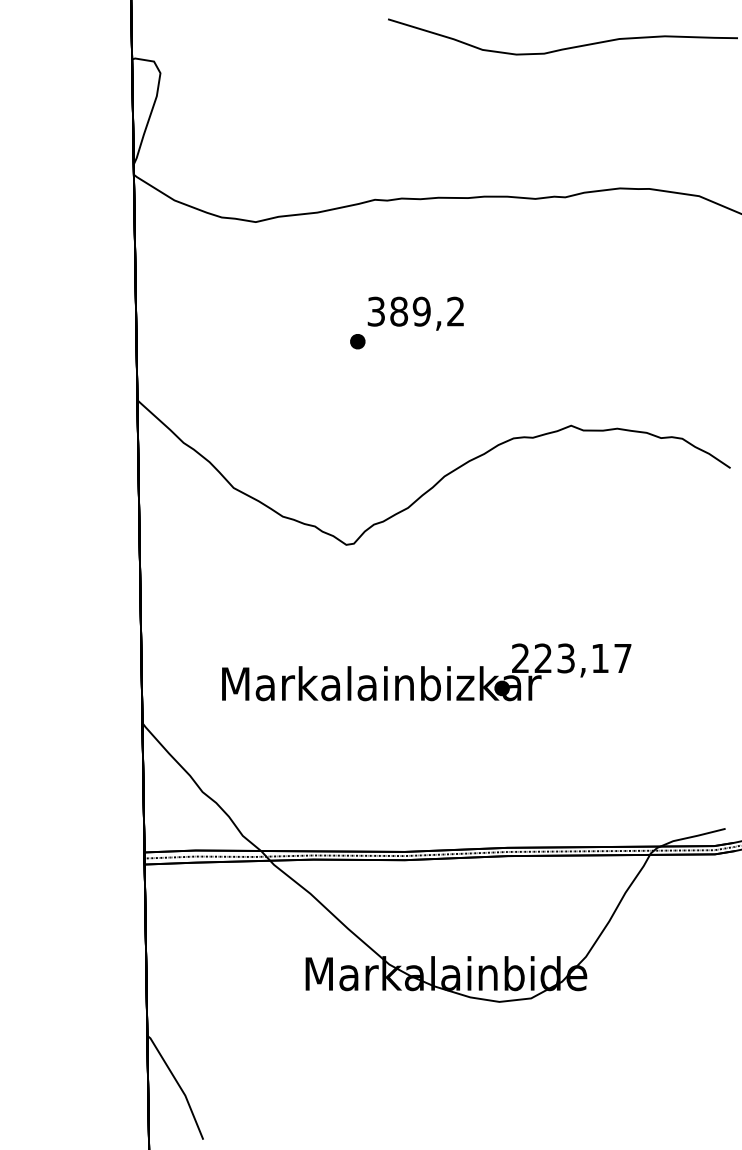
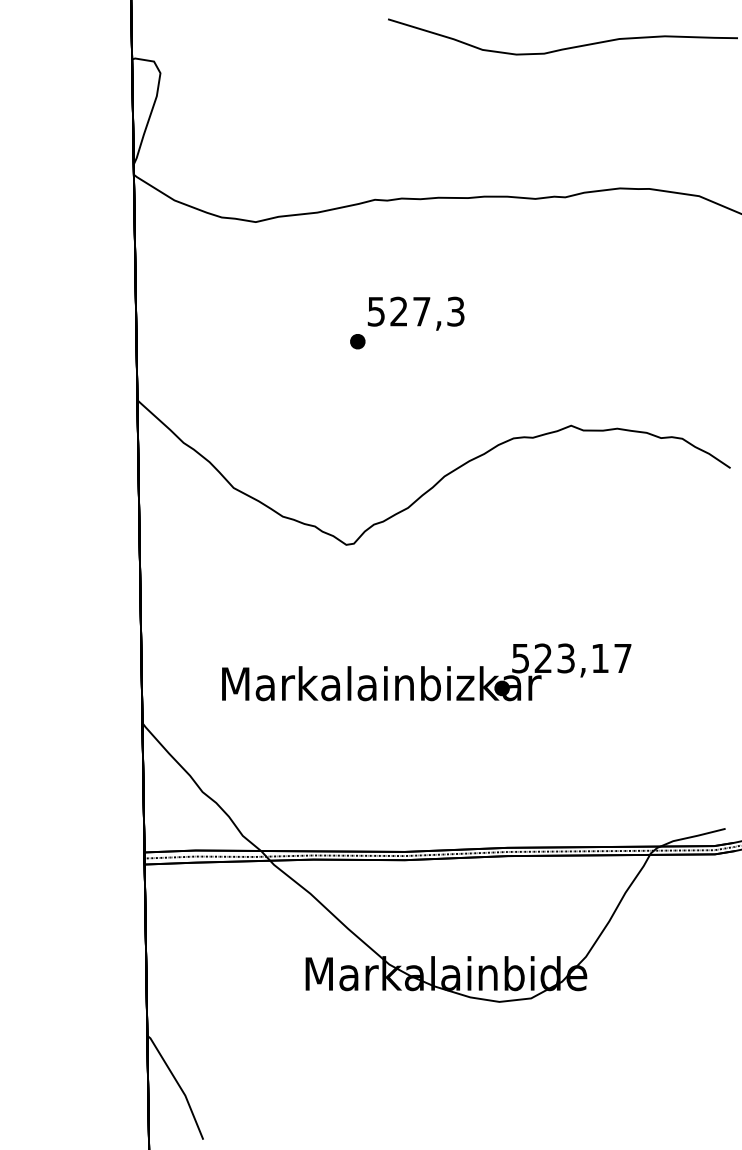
text at (416, 311): 389,2 -> 527,3
text at (520, 658): 223,17 -> 523,17
